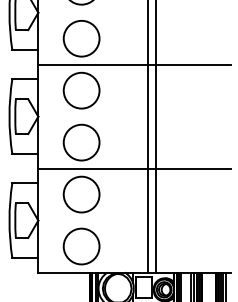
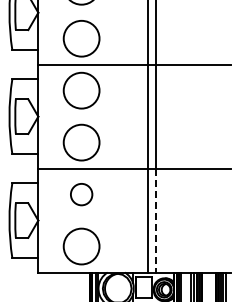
circle at (81, 194) diameter: 36 px -> 21 px
line at (156, 220): solid -> dashed
